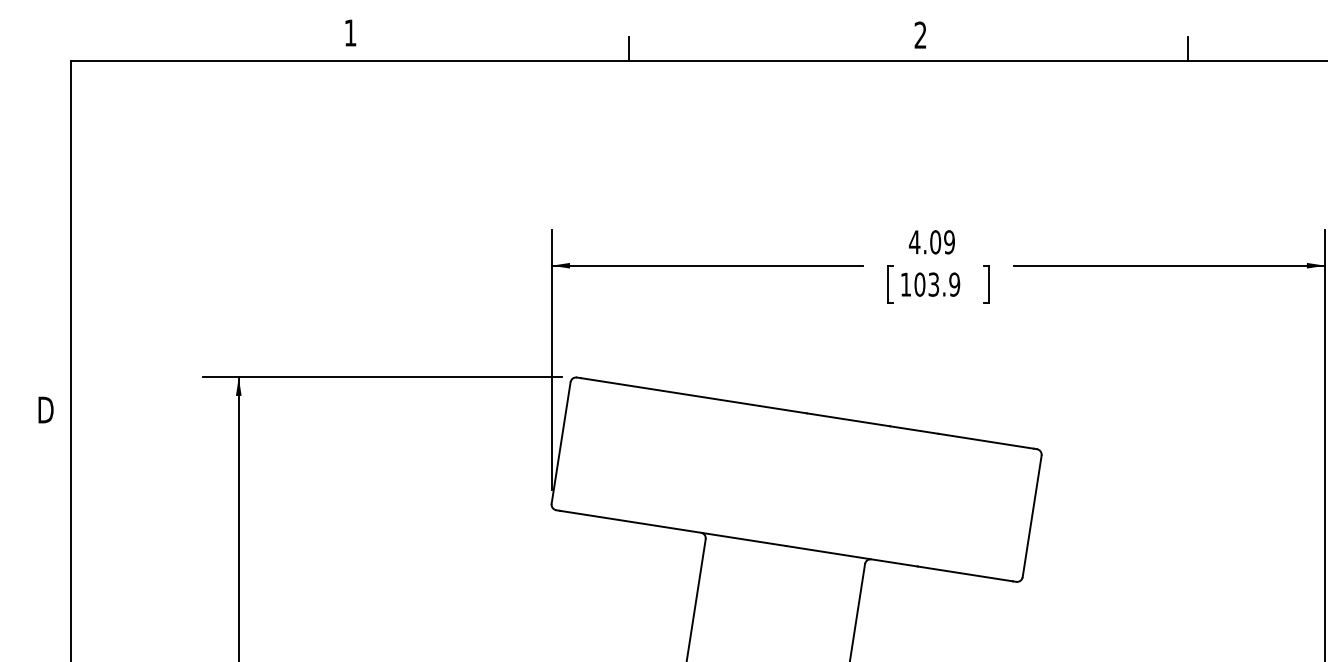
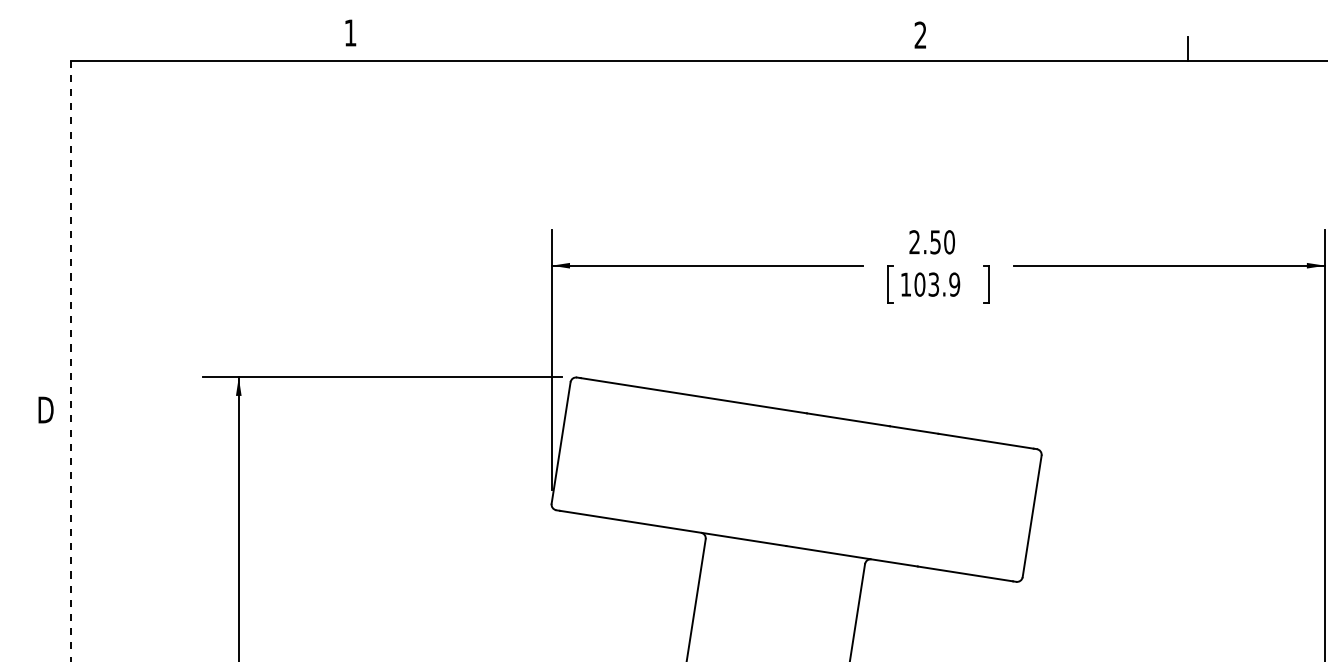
line at (629, 48): present -> none
text at (931, 242): 4.09 -> 2.50
line at (70, 361): solid -> dashed
